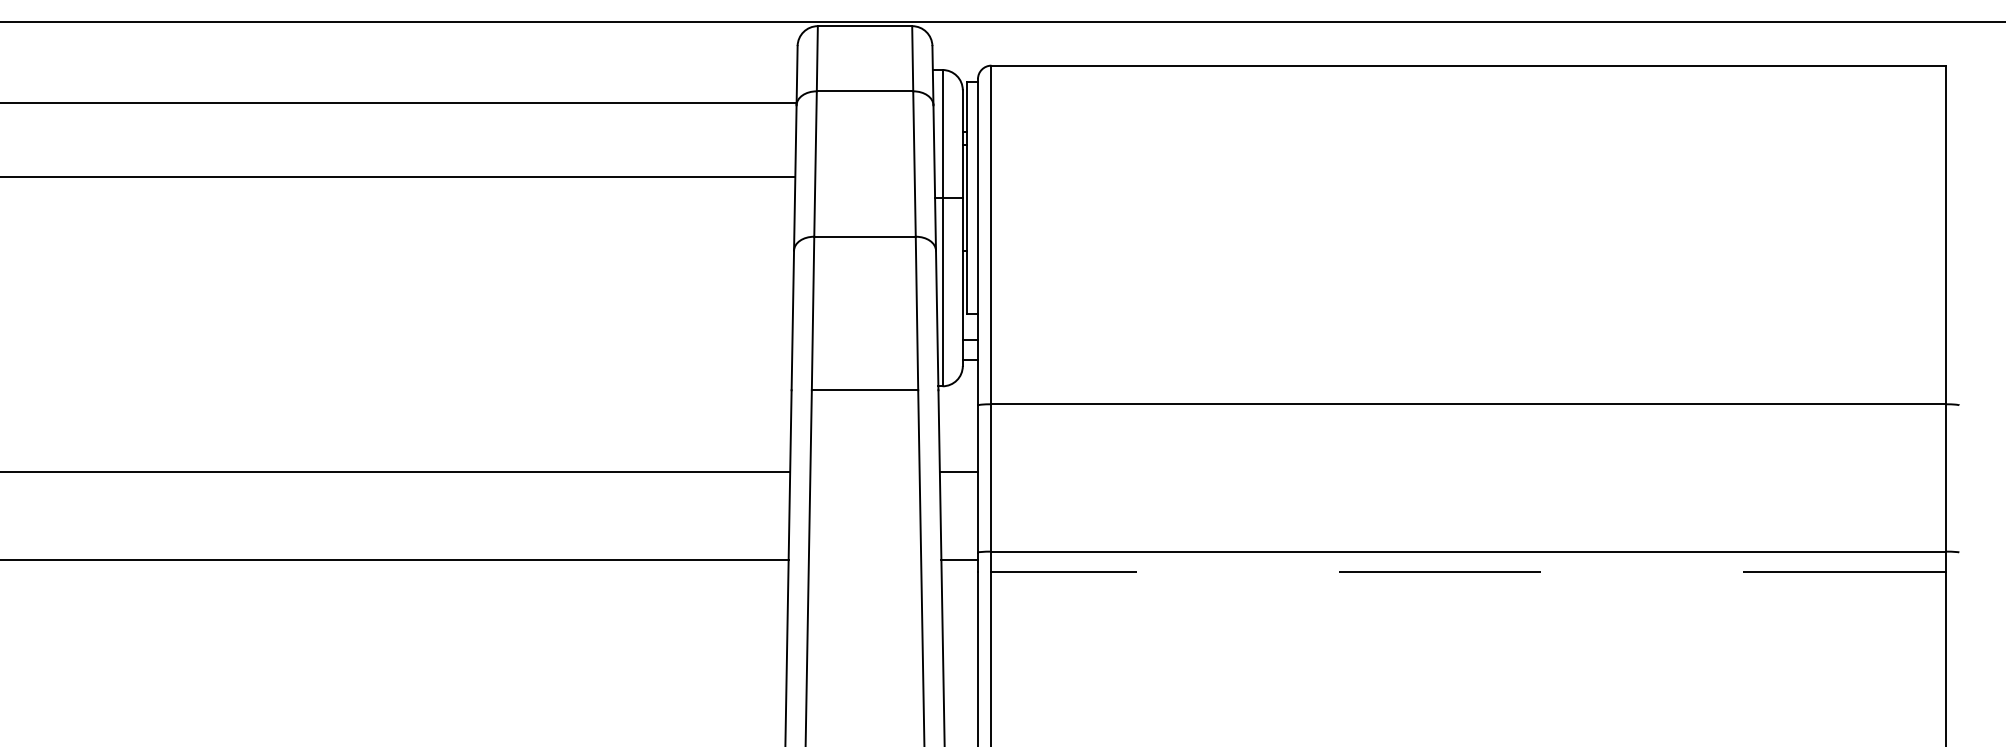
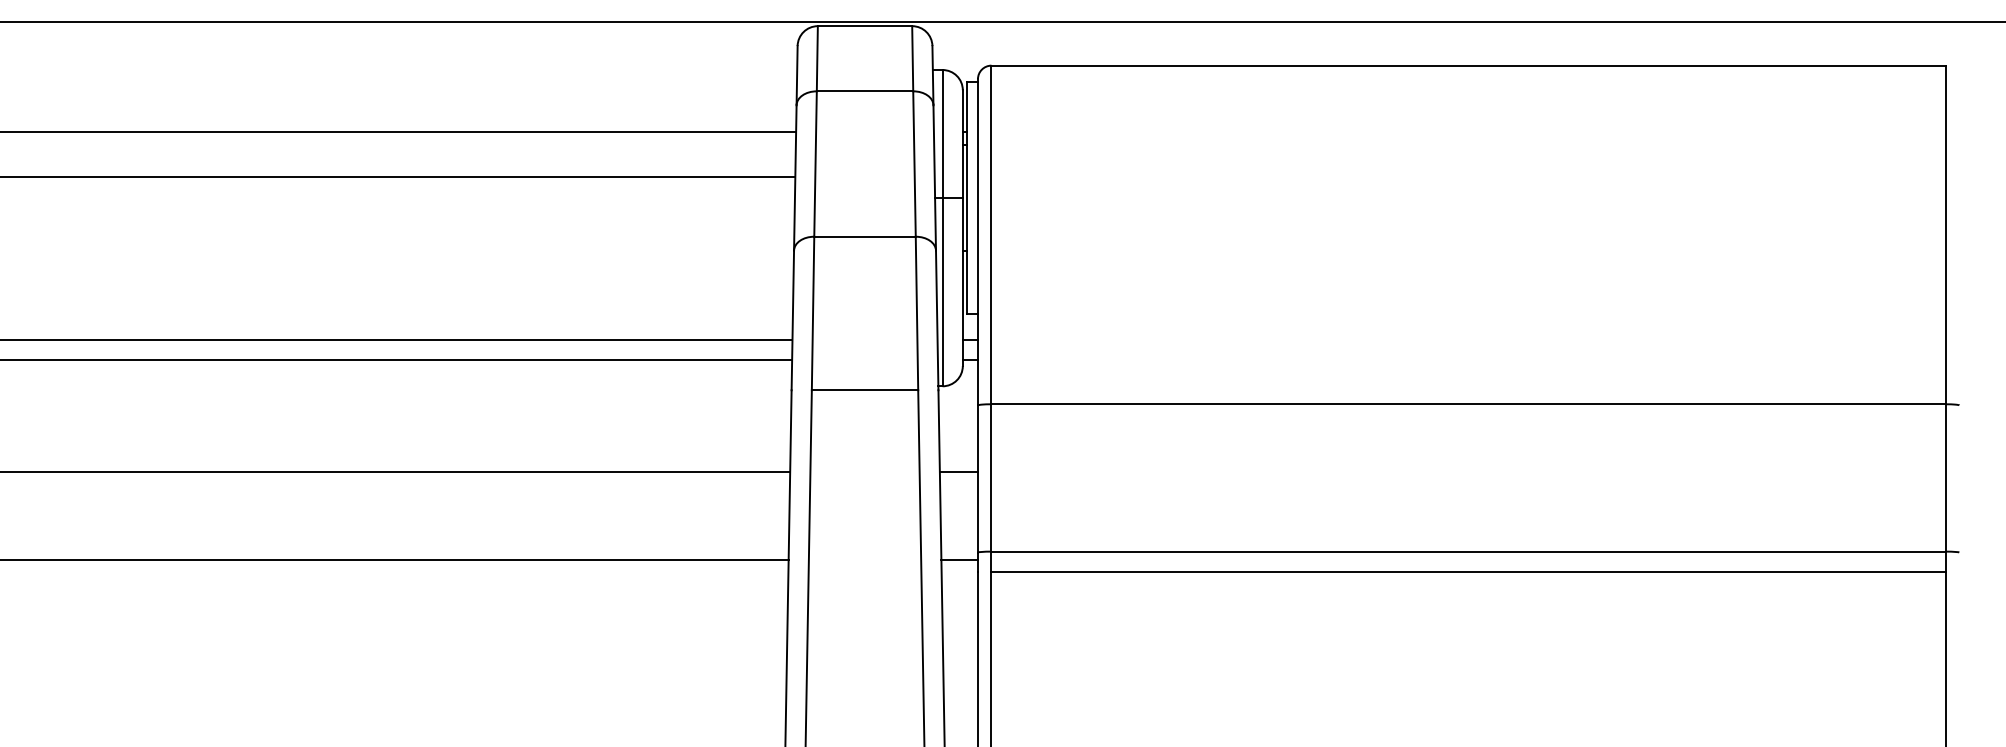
line at (399, 103) position: (399, 103) -> (399, 132)
line at (397, 339): none -> present
line at (397, 359): none -> present
line at (1468, 571): dashed -> solid
